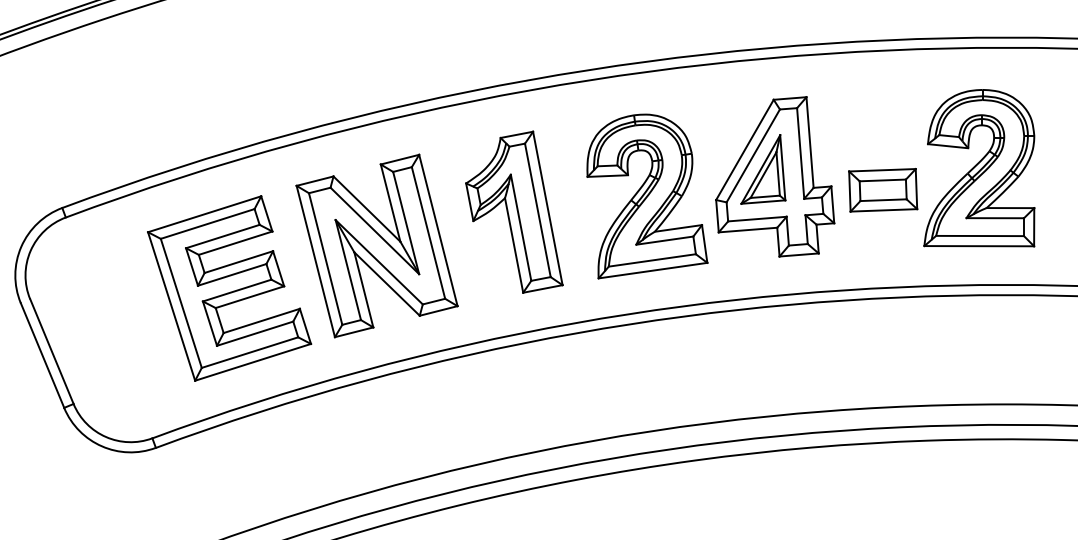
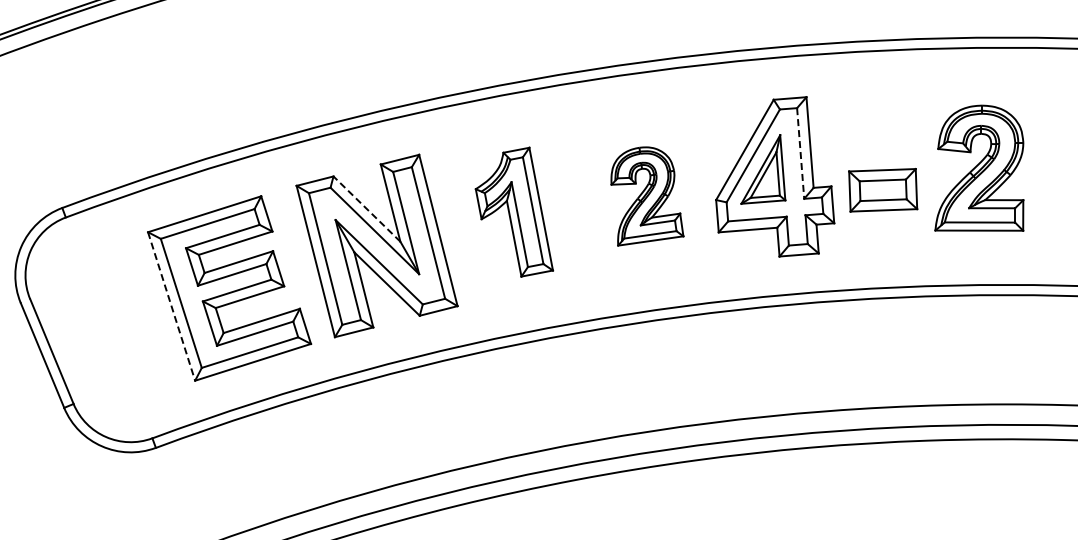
line at (800, 154): solid -> dashed
part at (979, 168) size: 113x159 px -> 91x128 px
part at (647, 196) size: 123x167 px -> 75x101 px
line at (366, 209): solid -> dashed
part at (514, 211) size: 99x164 px -> 81x132 px
line at (171, 306): solid -> dashed
